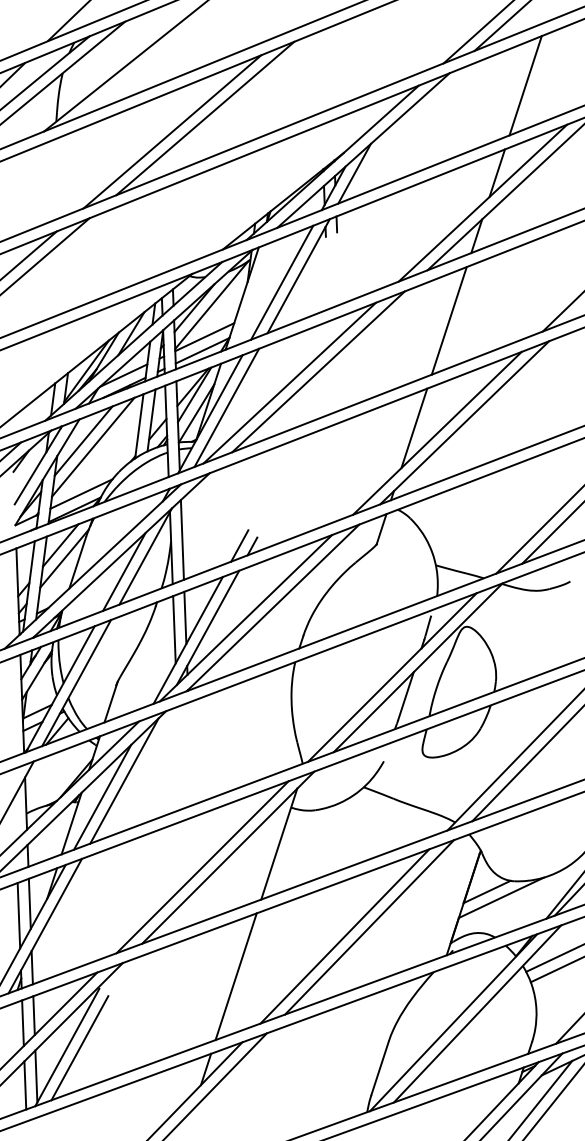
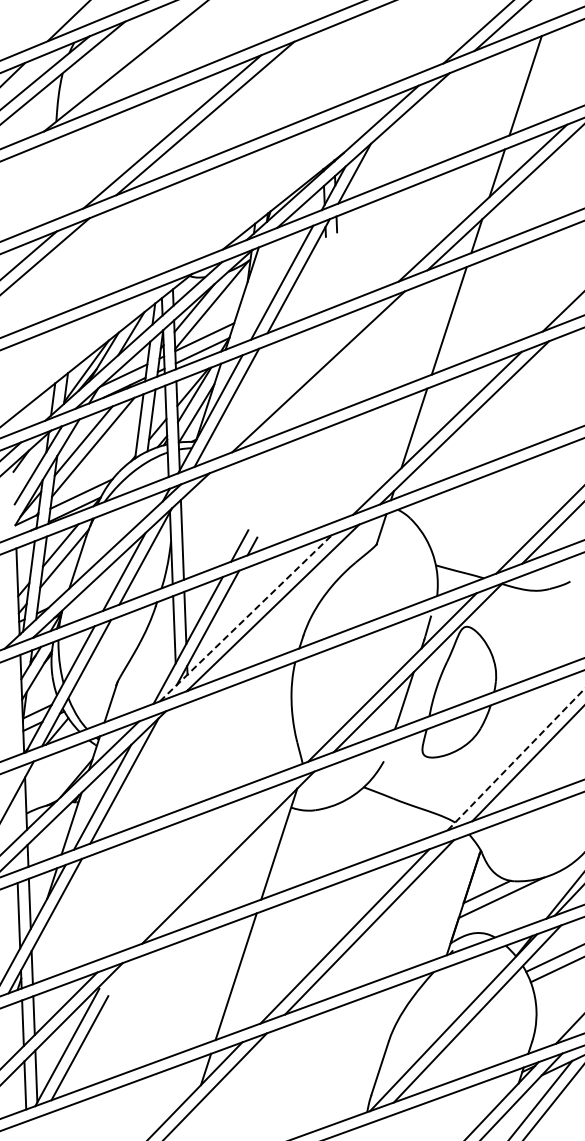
line at (289, 382): present -> none
line at (246, 618): solid -> dashed
line at (516, 759): solid -> dashed
line at (202, 867): present -> none
